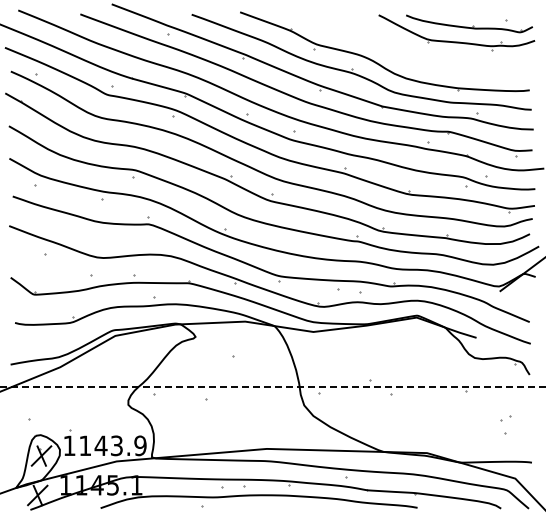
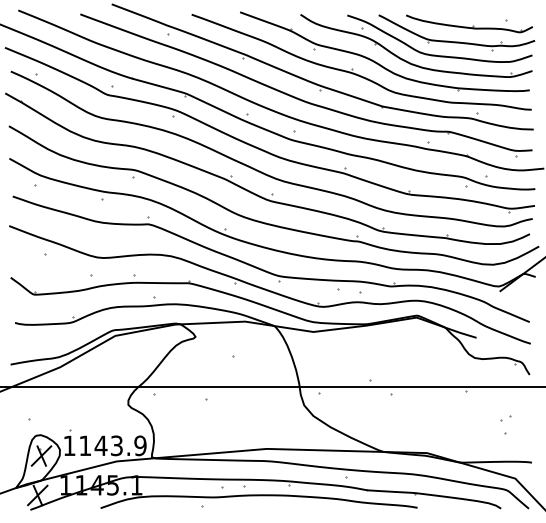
part at (416, 45): none -> present
line at (273, 386): dashed -> solid
